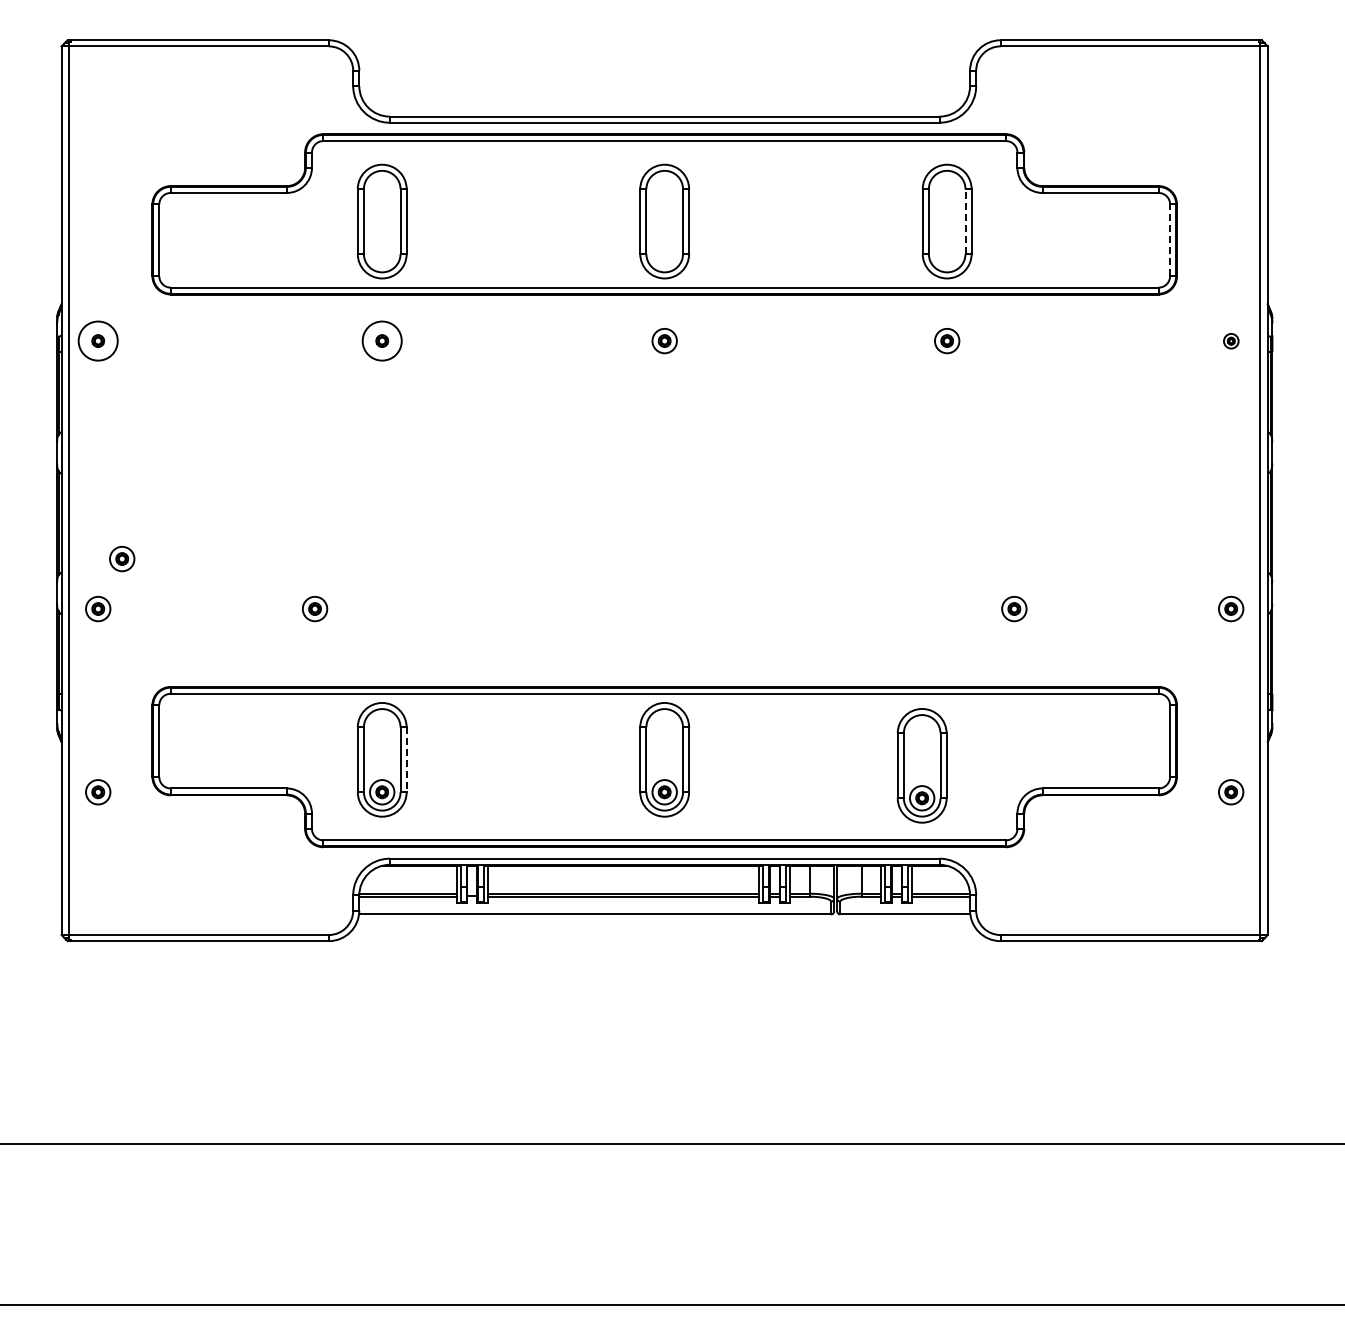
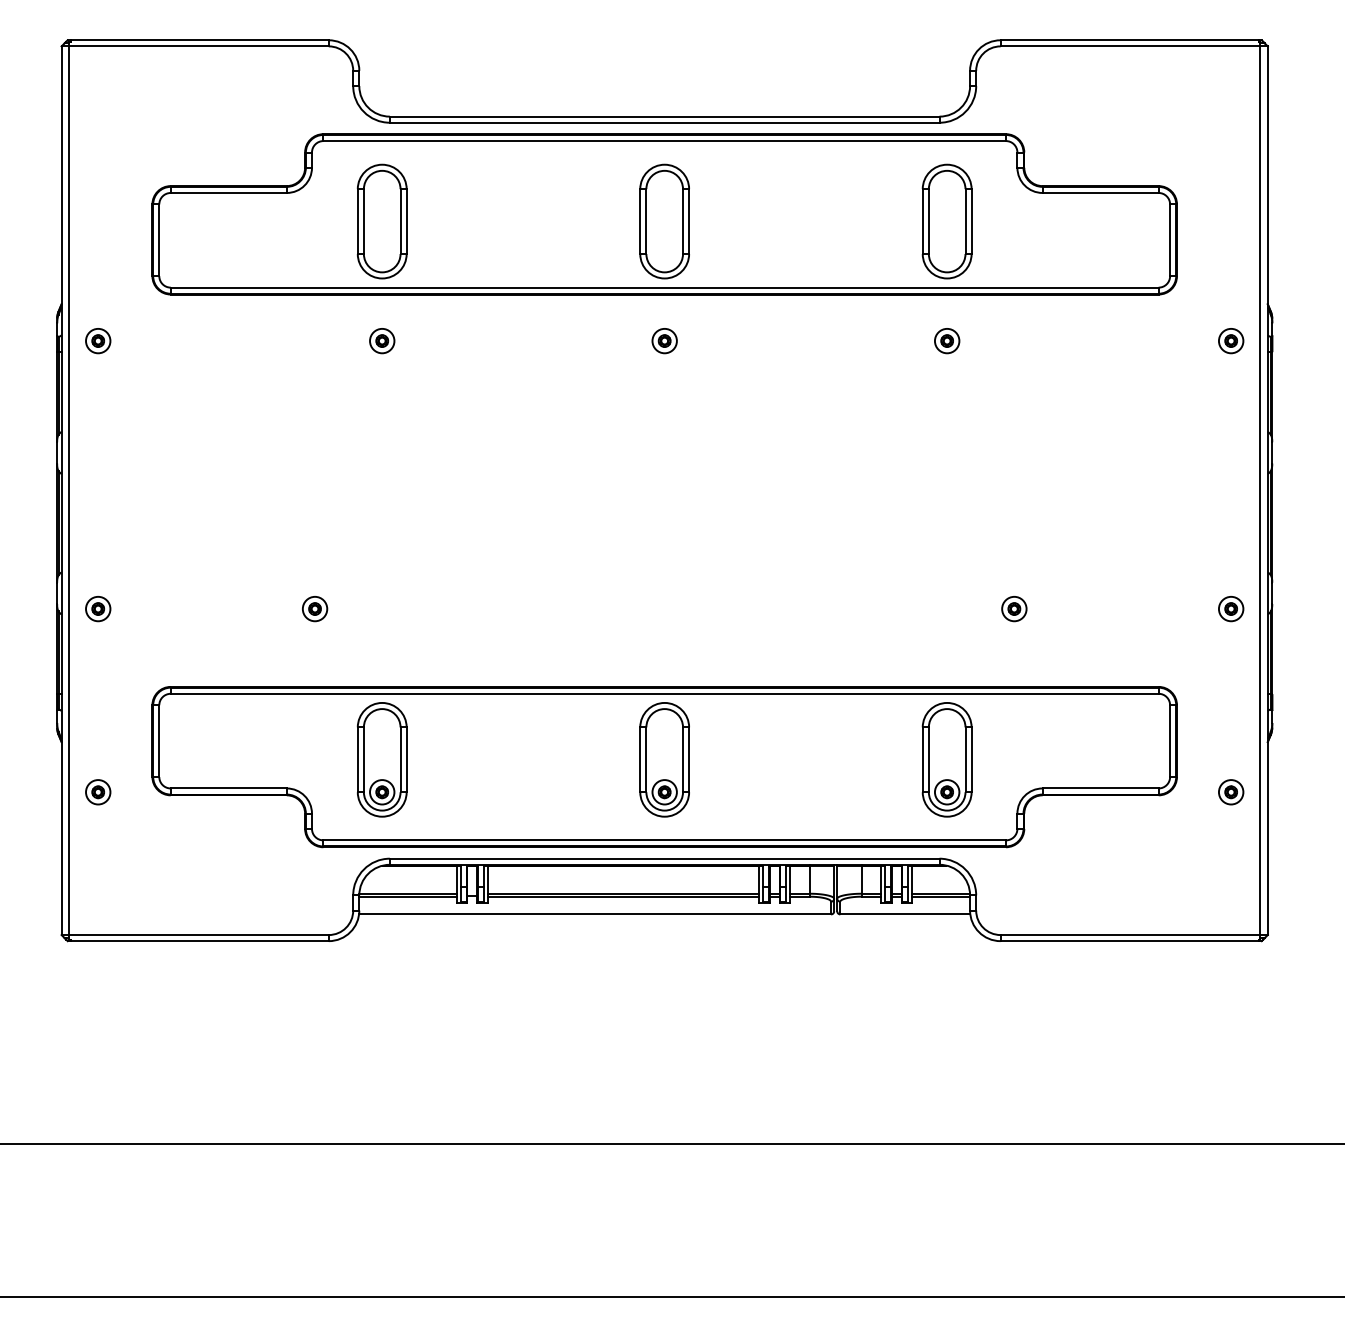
line at (965, 221): dashed -> solid
line at (1170, 240): dashed -> solid
circle at (97, 340) diameter: 39 px -> 24 px
circle at (381, 340) diameter: 39 px -> 24 px
part at (1231, 341) size: 17x17 px -> 27x27 px
part at (122, 559): present -> none
line at (406, 760): dashed -> solid
part at (921, 765) position: (921, 765) -> (946, 759)
line at (671, 1304) position: (671, 1304) -> (671, 1296)
